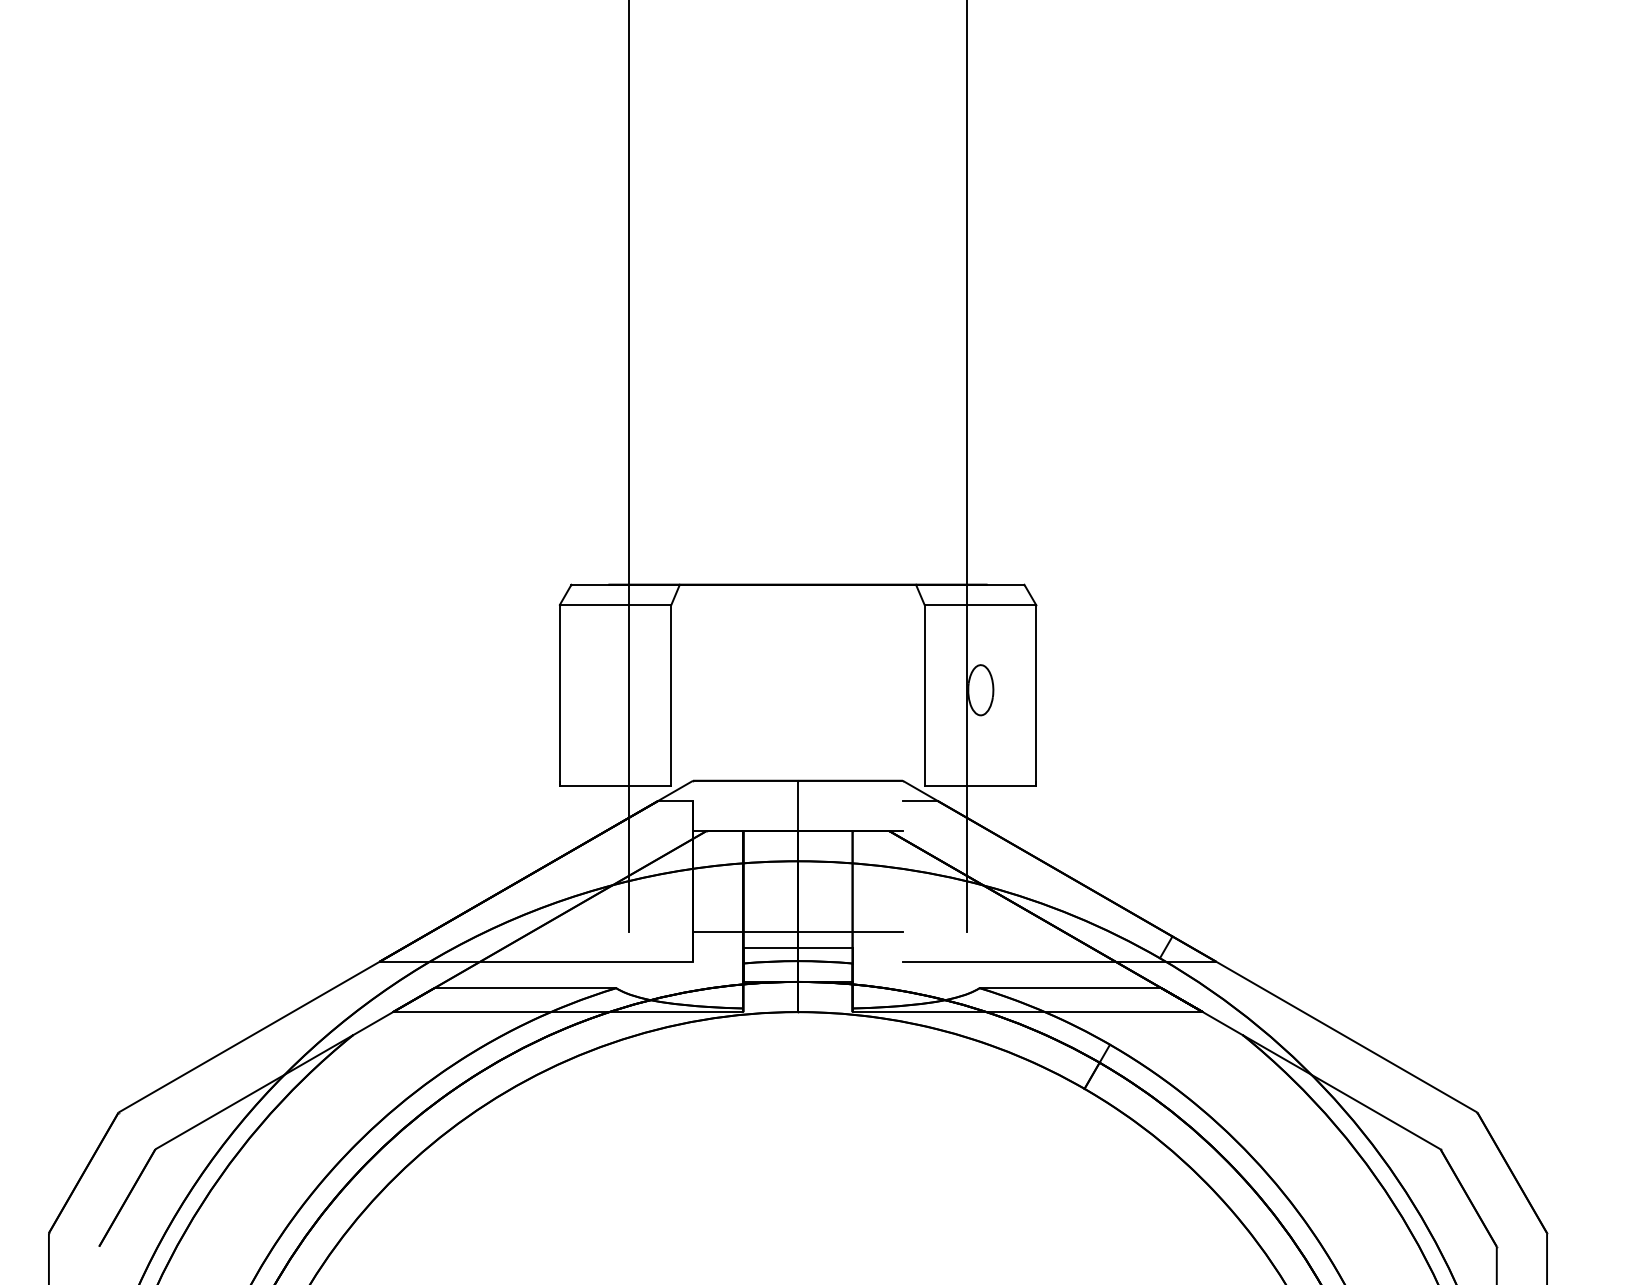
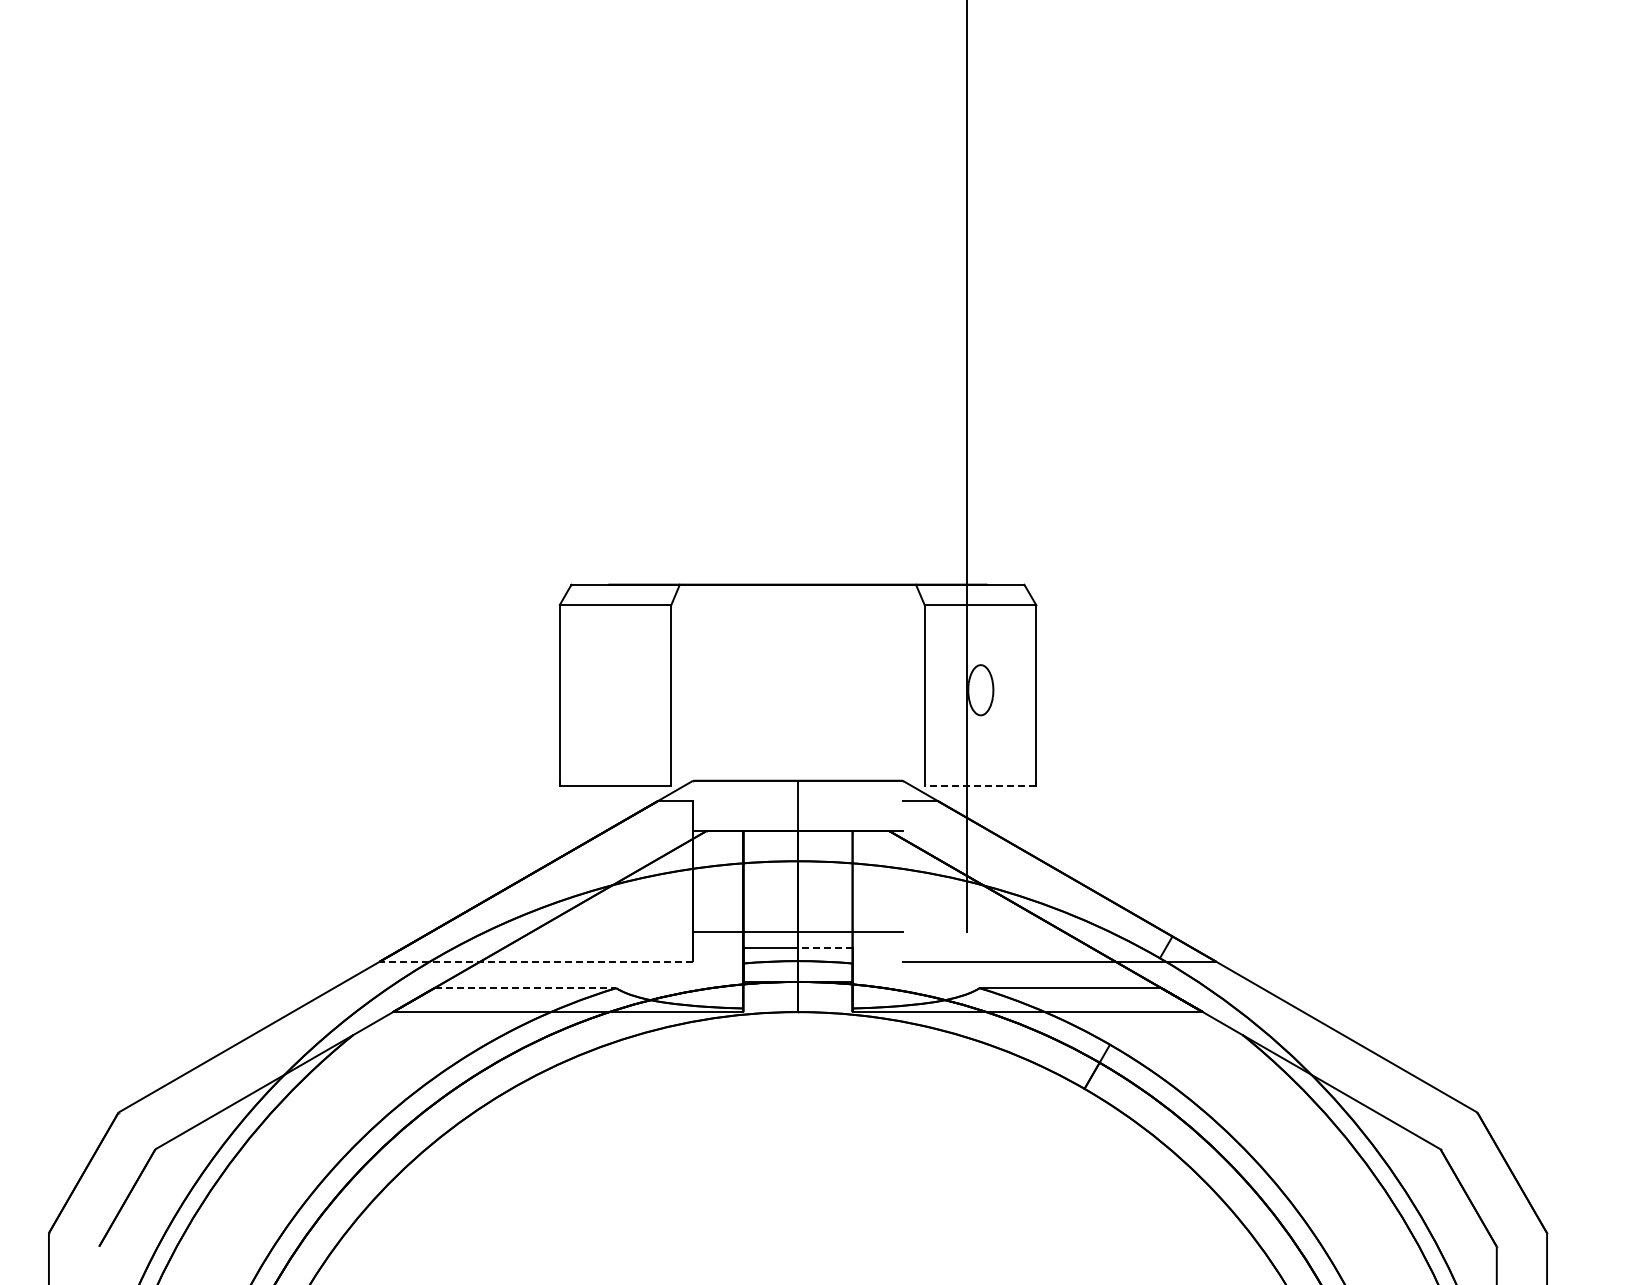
line at (628, 466): present -> none
line at (980, 785): solid -> dashed
line at (824, 947): solid -> dashed
line at (536, 961): solid -> dashed
line at (525, 988): solid -> dashed
